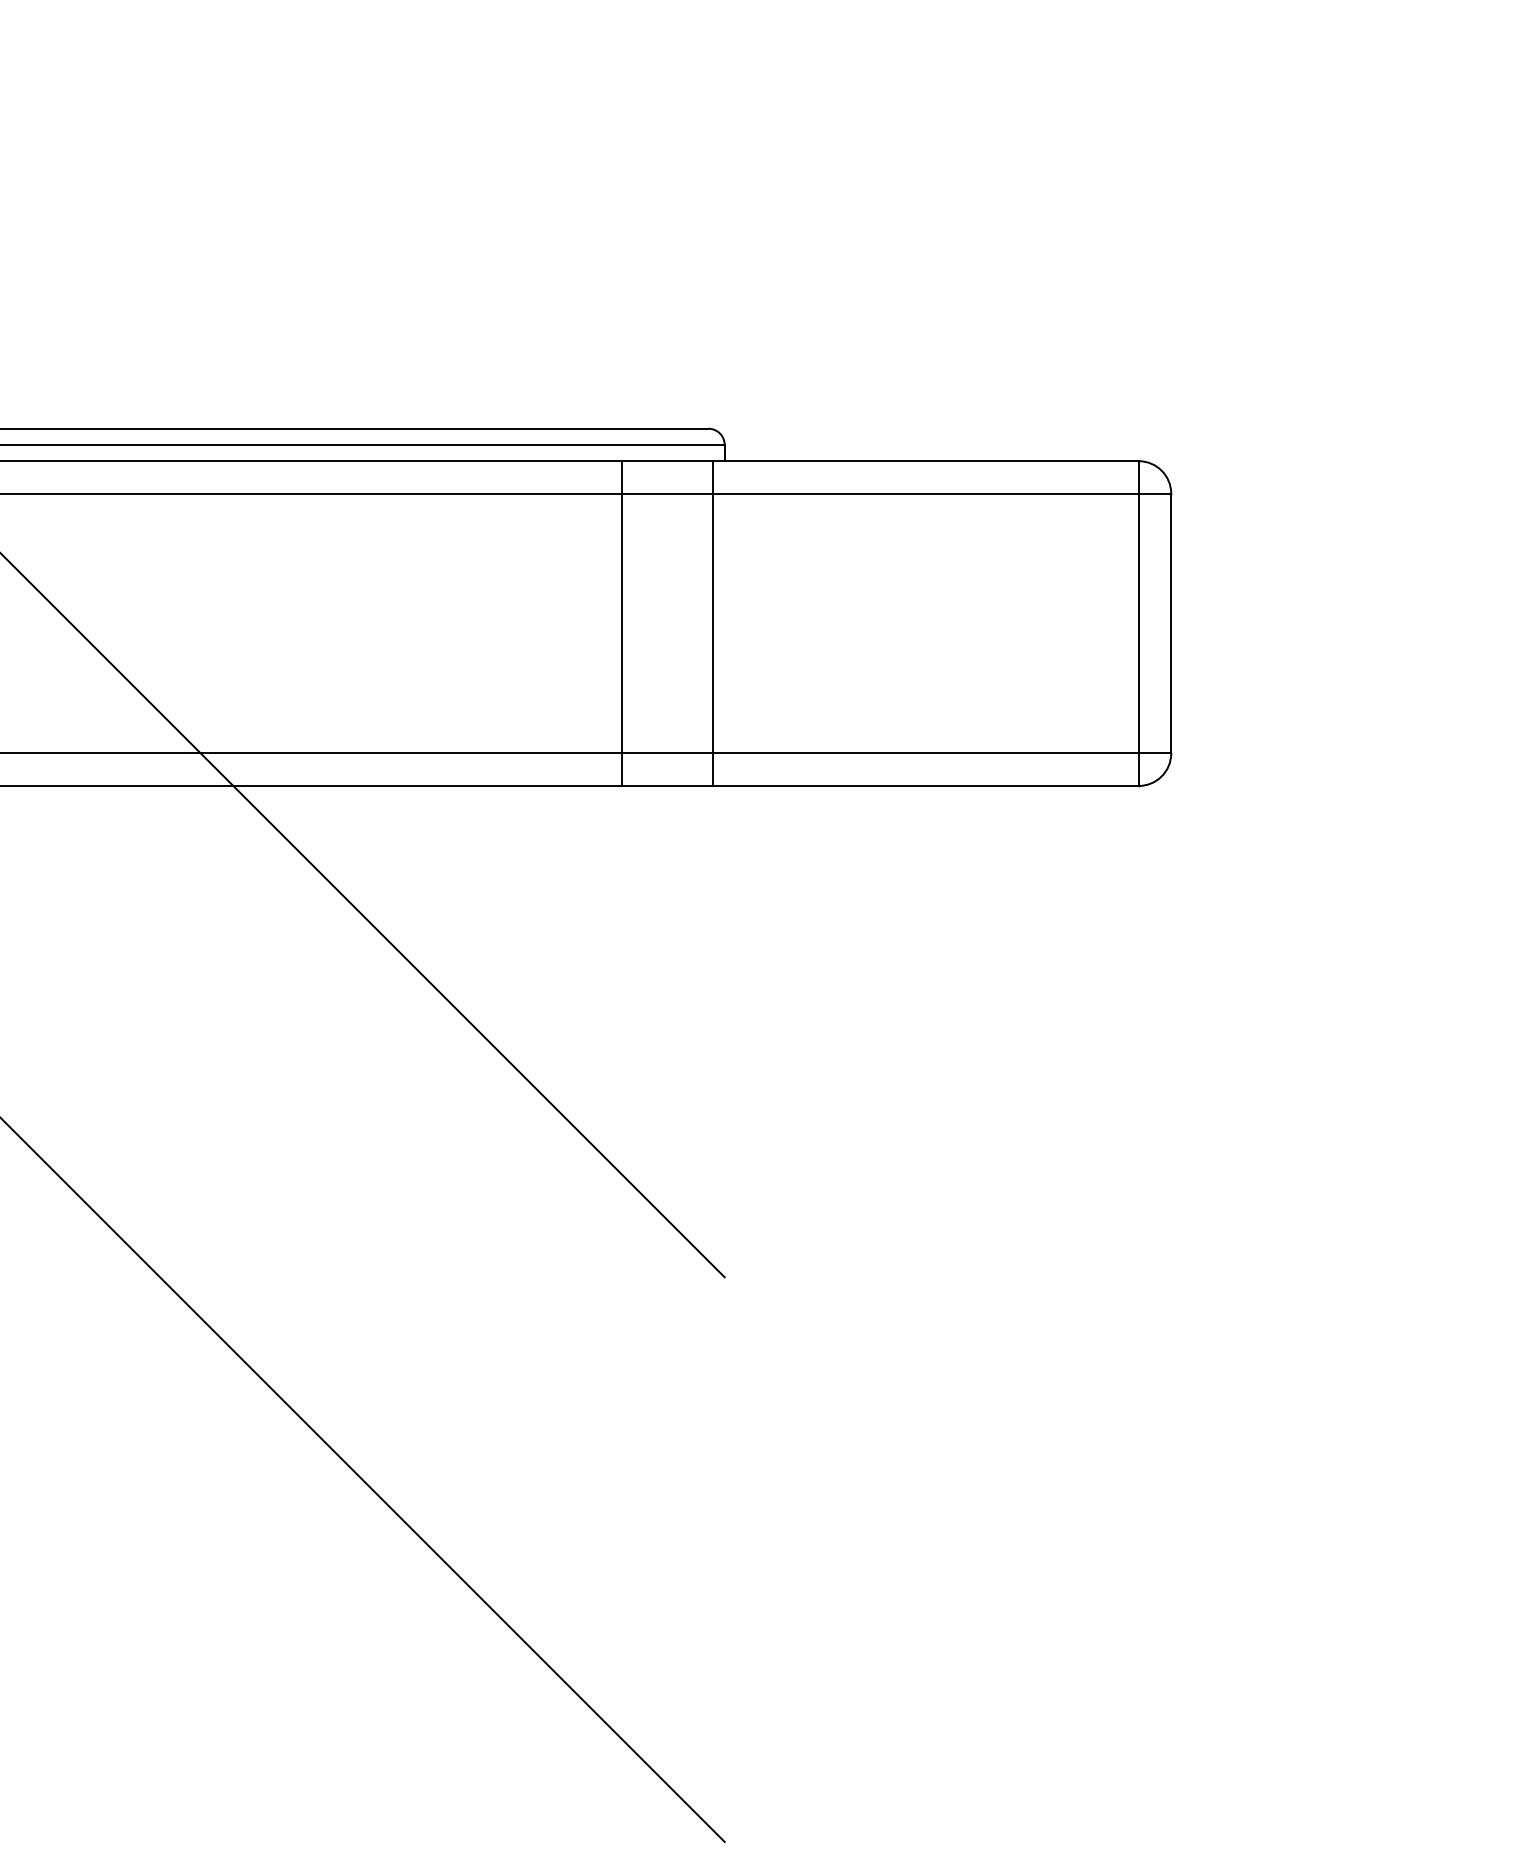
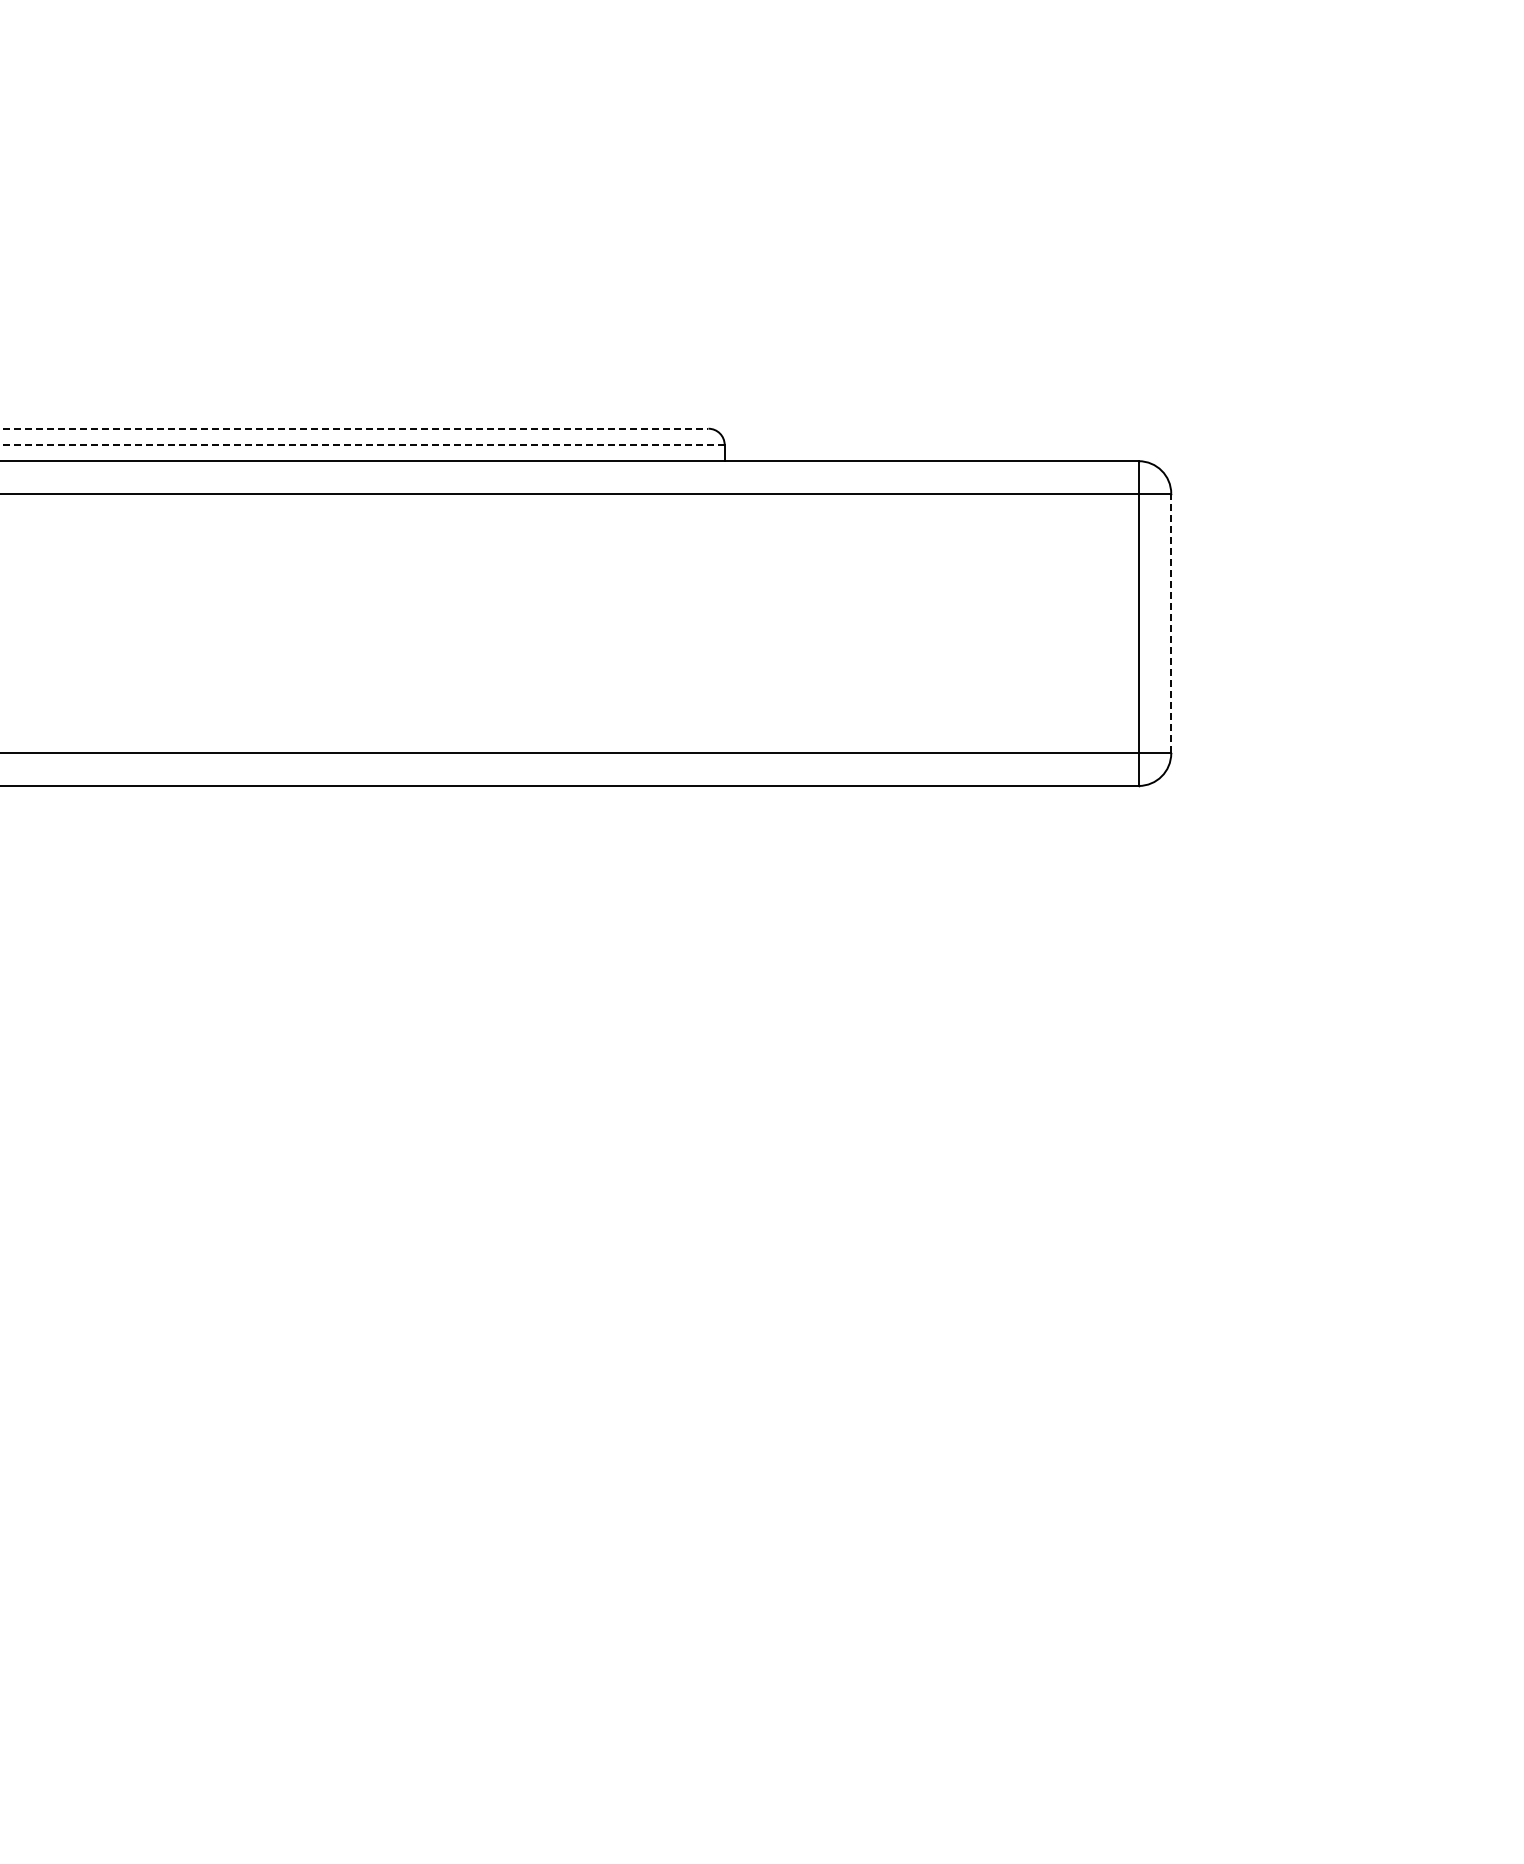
line at (354, 428): solid -> dashed
line at (362, 444): solid -> dashed
line at (622, 623): present -> none
line at (713, 623): present -> none
line at (1171, 623): solid -> dashed
line at (363, 916): present -> none
line at (363, 1480): present -> none
